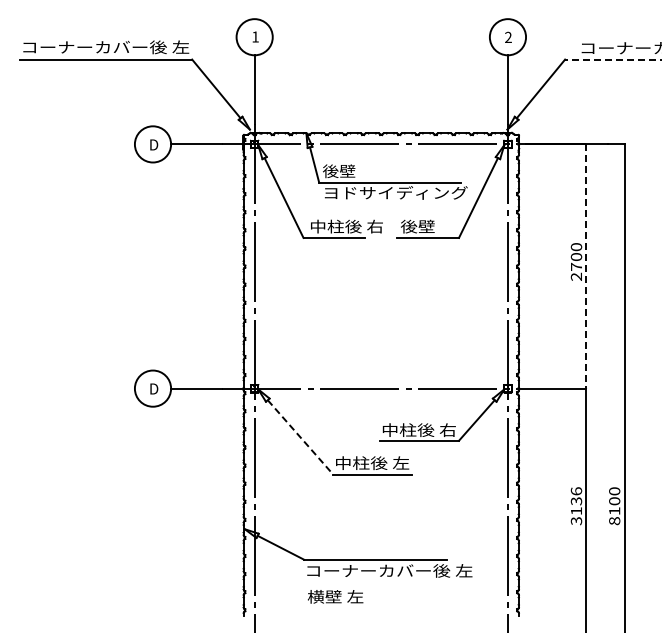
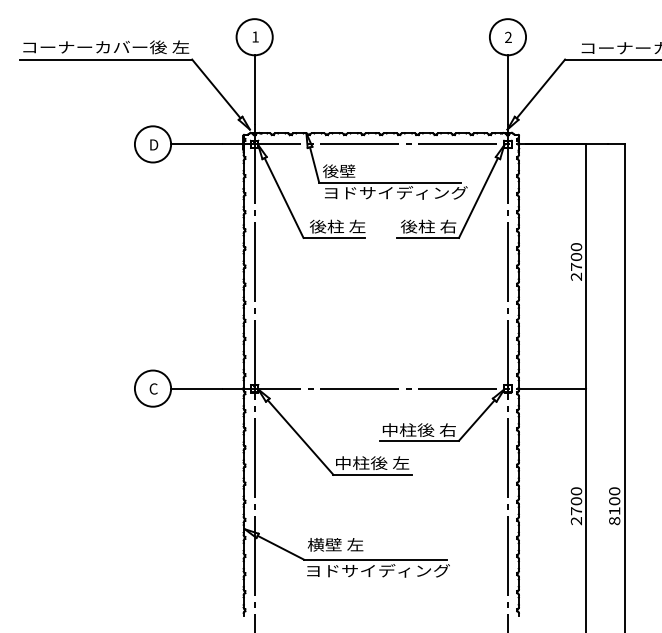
line at (612, 59): dashed -> solid
text at (346, 226): 中柱後 右 -> 後柱 左
text at (437, 226): 後壁 -> 後柱 右
line at (586, 267): dashed -> solid
text at (153, 388): D -> C
line at (300, 437): dashed -> solid
text at (576, 506): 3136 -> 2700
text at (389, 570): コーナーカバー後 左 -> ヨドサイディング
text at (335, 596) position: (335, 596) -> (335, 544)
